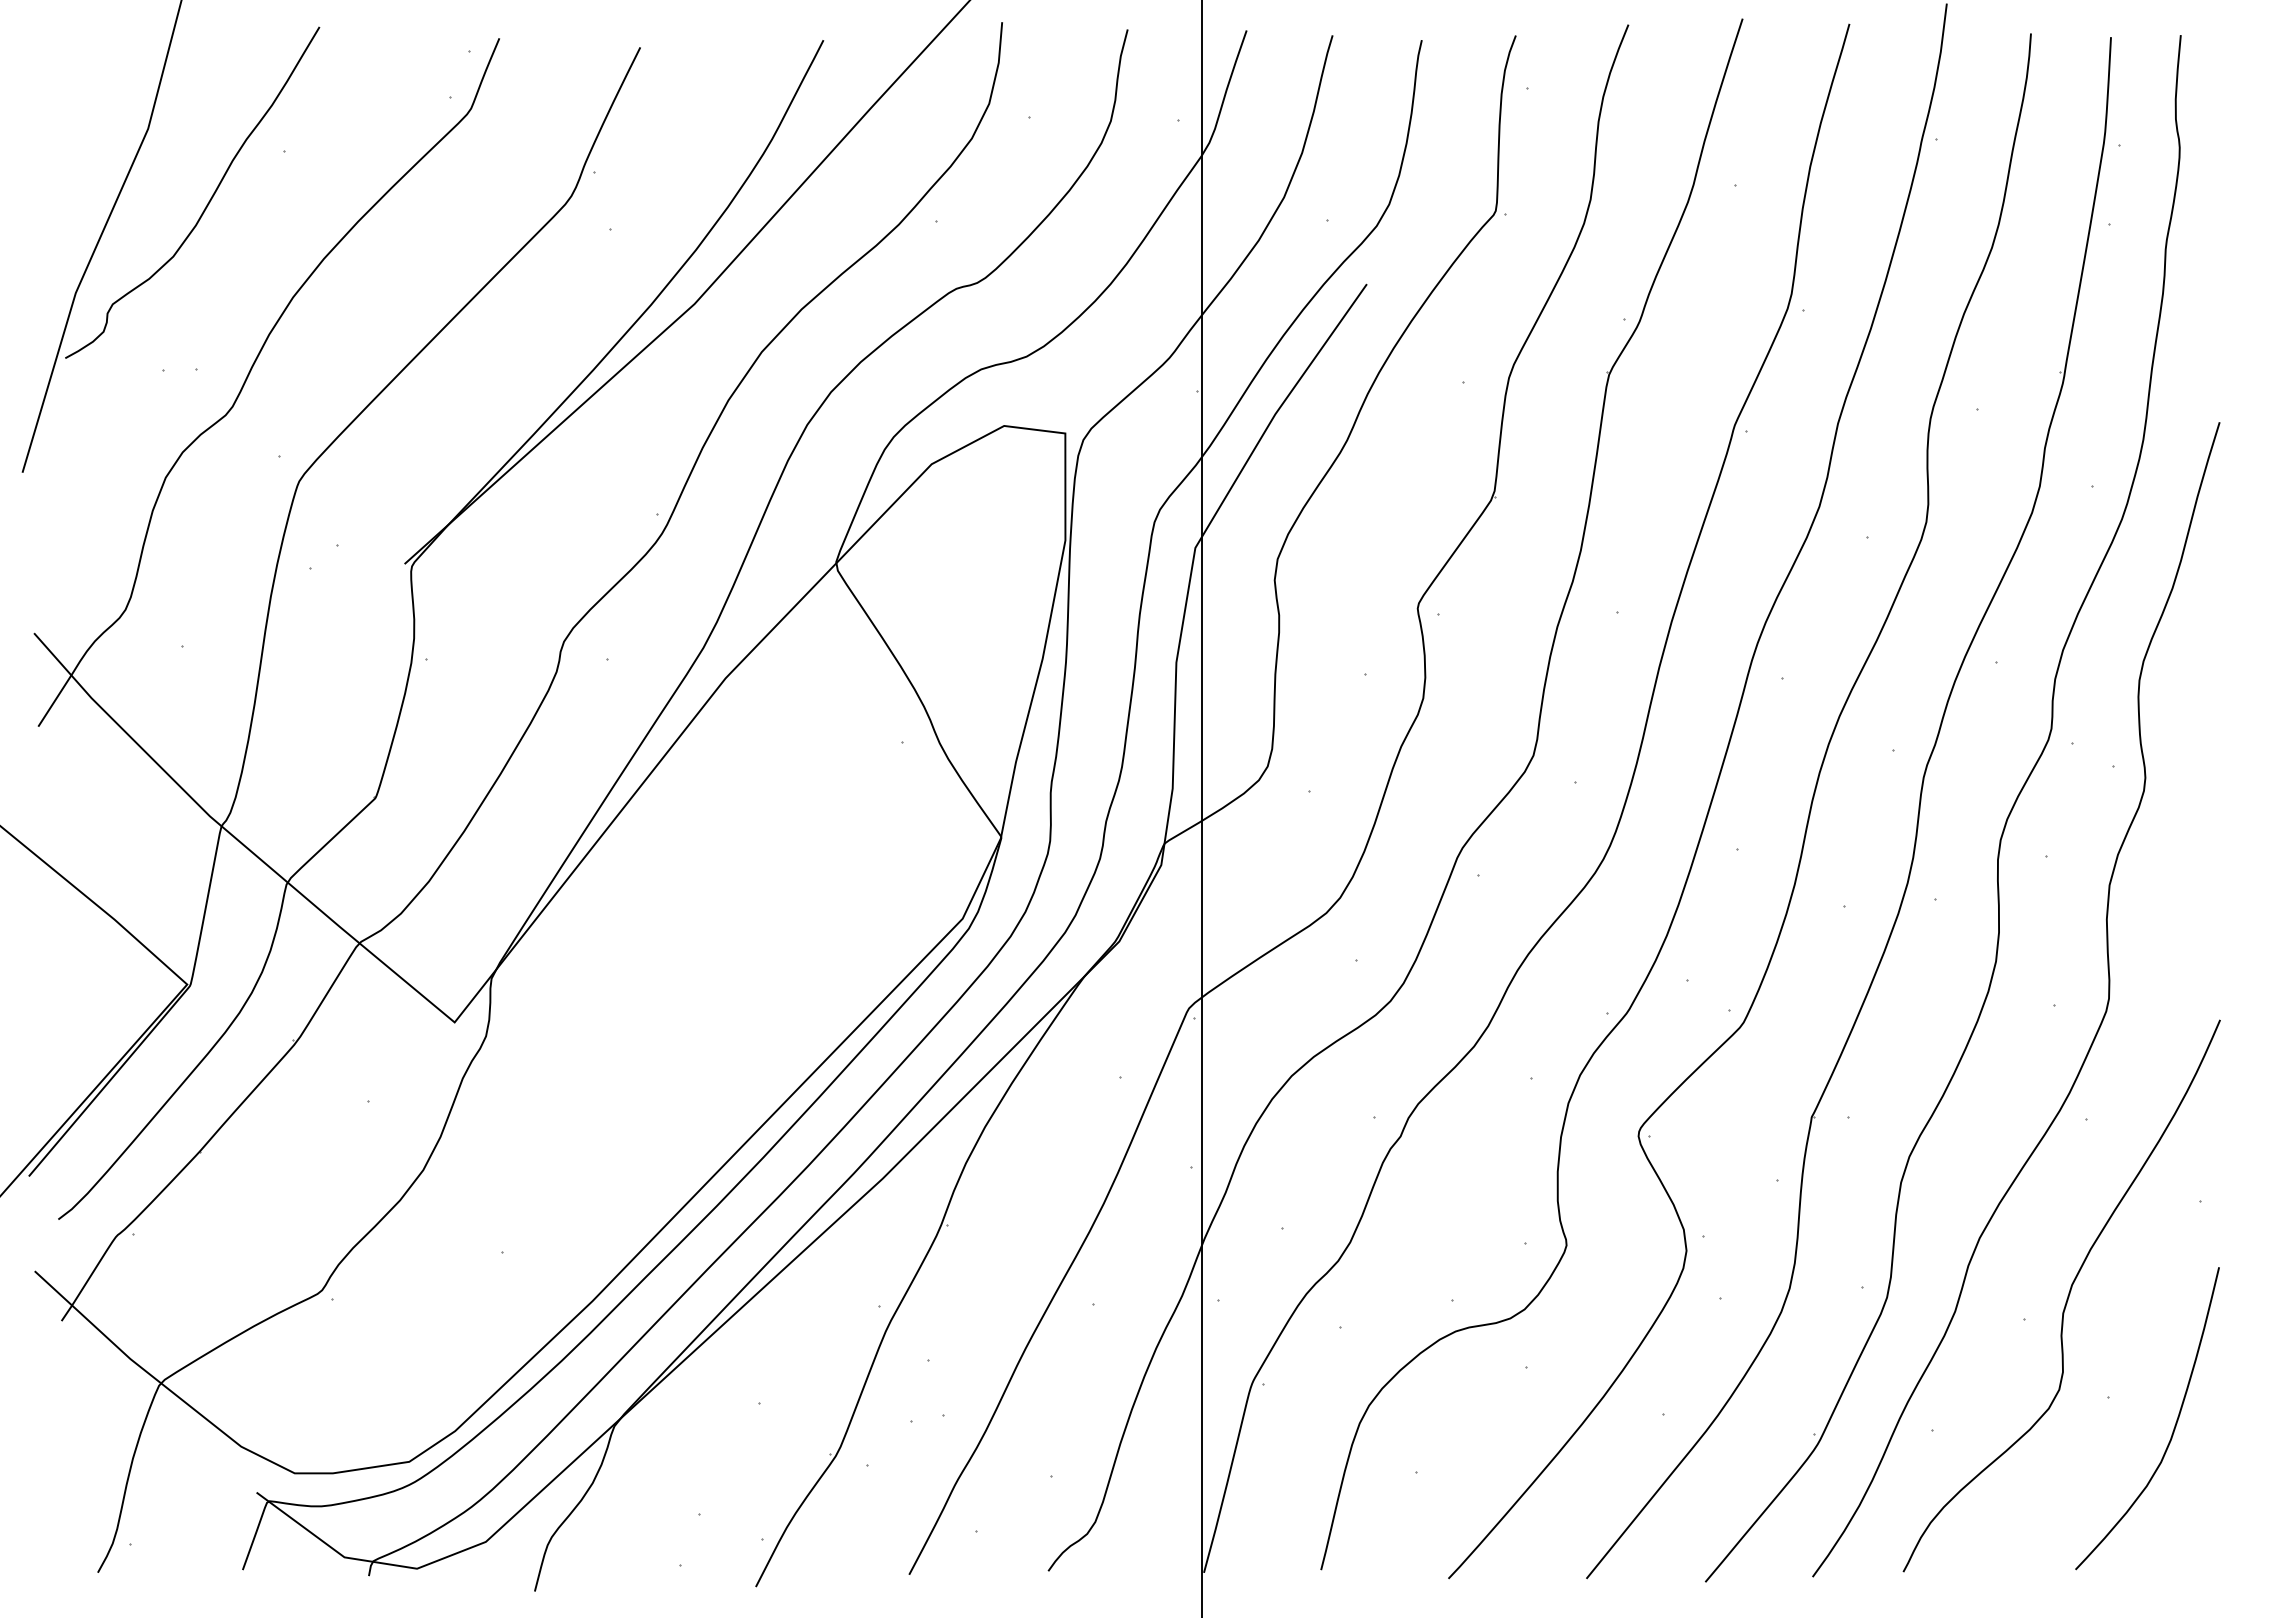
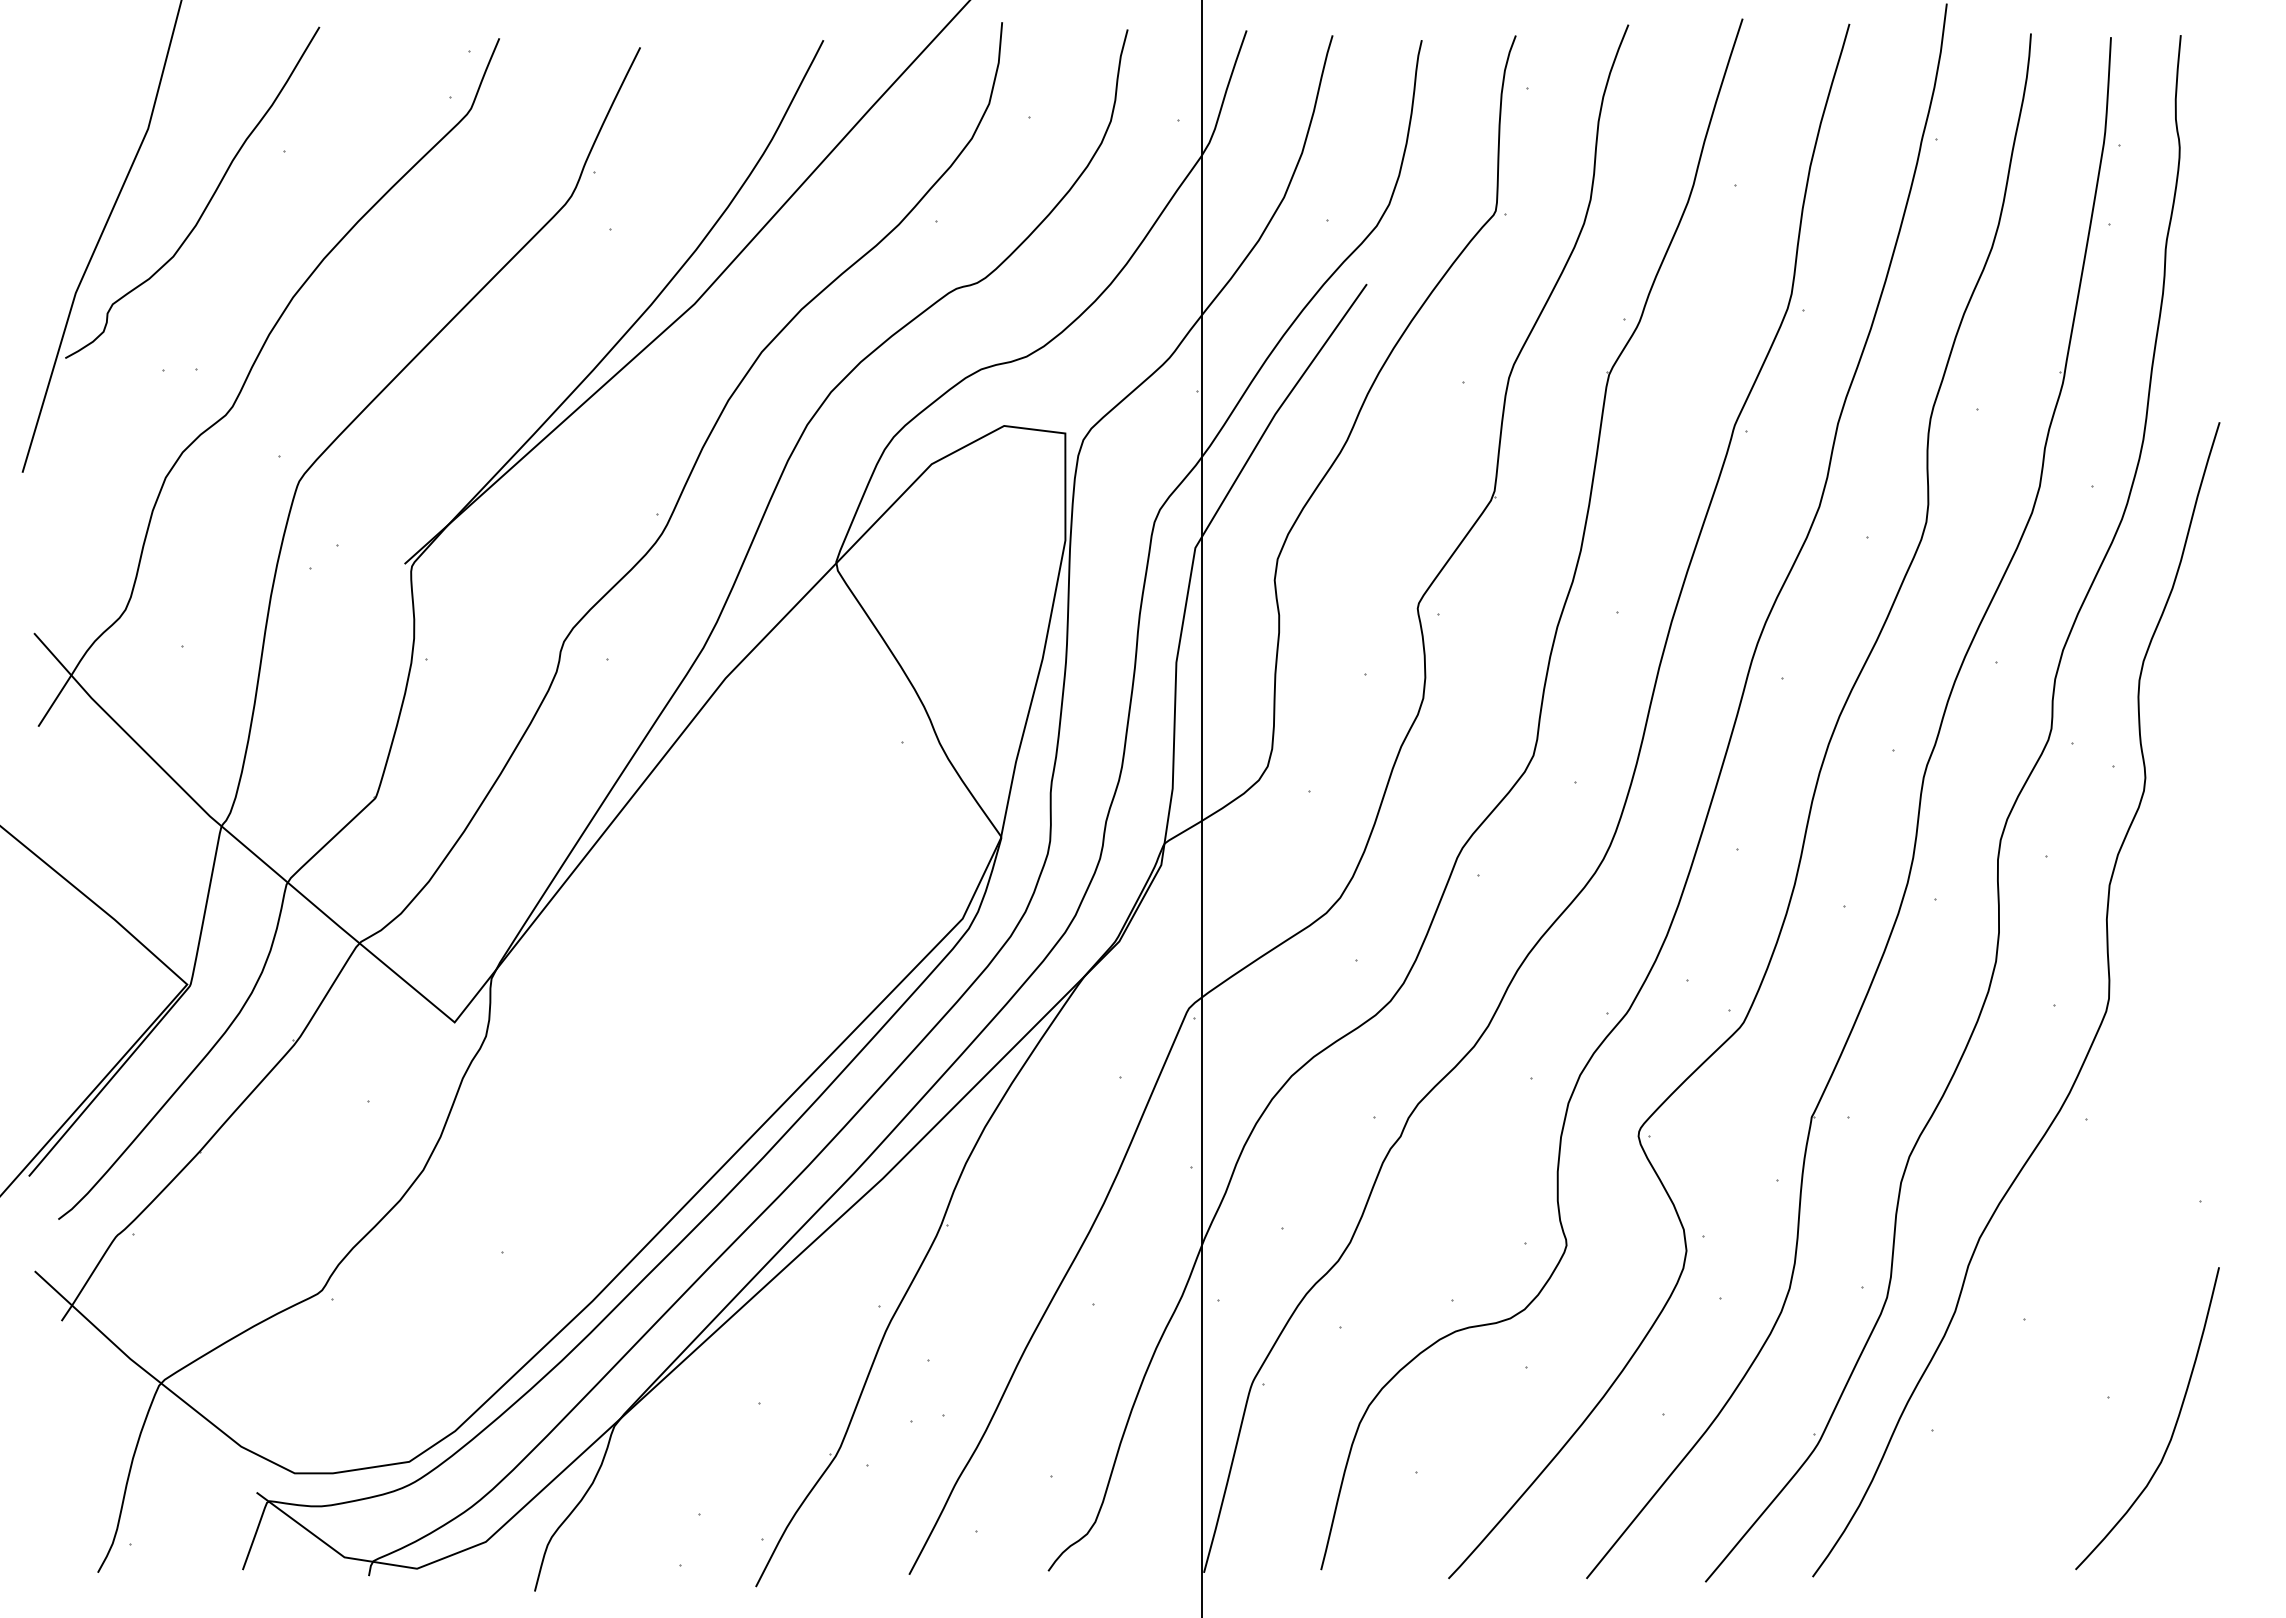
curve at (2067, 1295): present -> none
